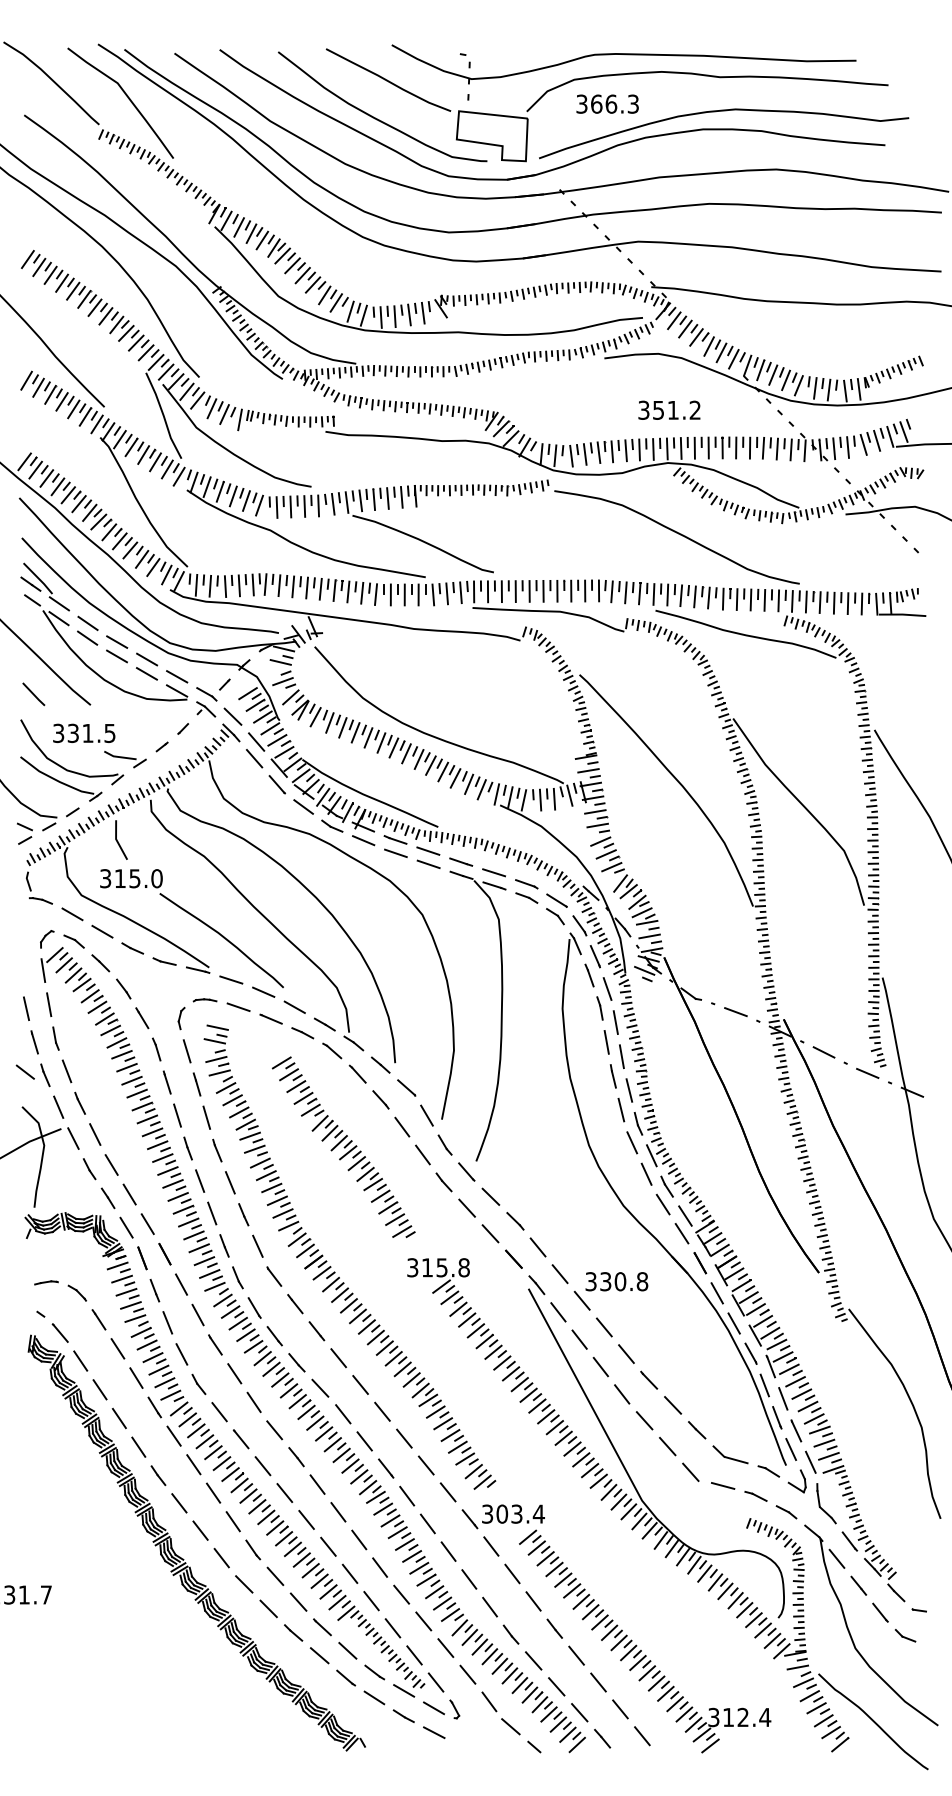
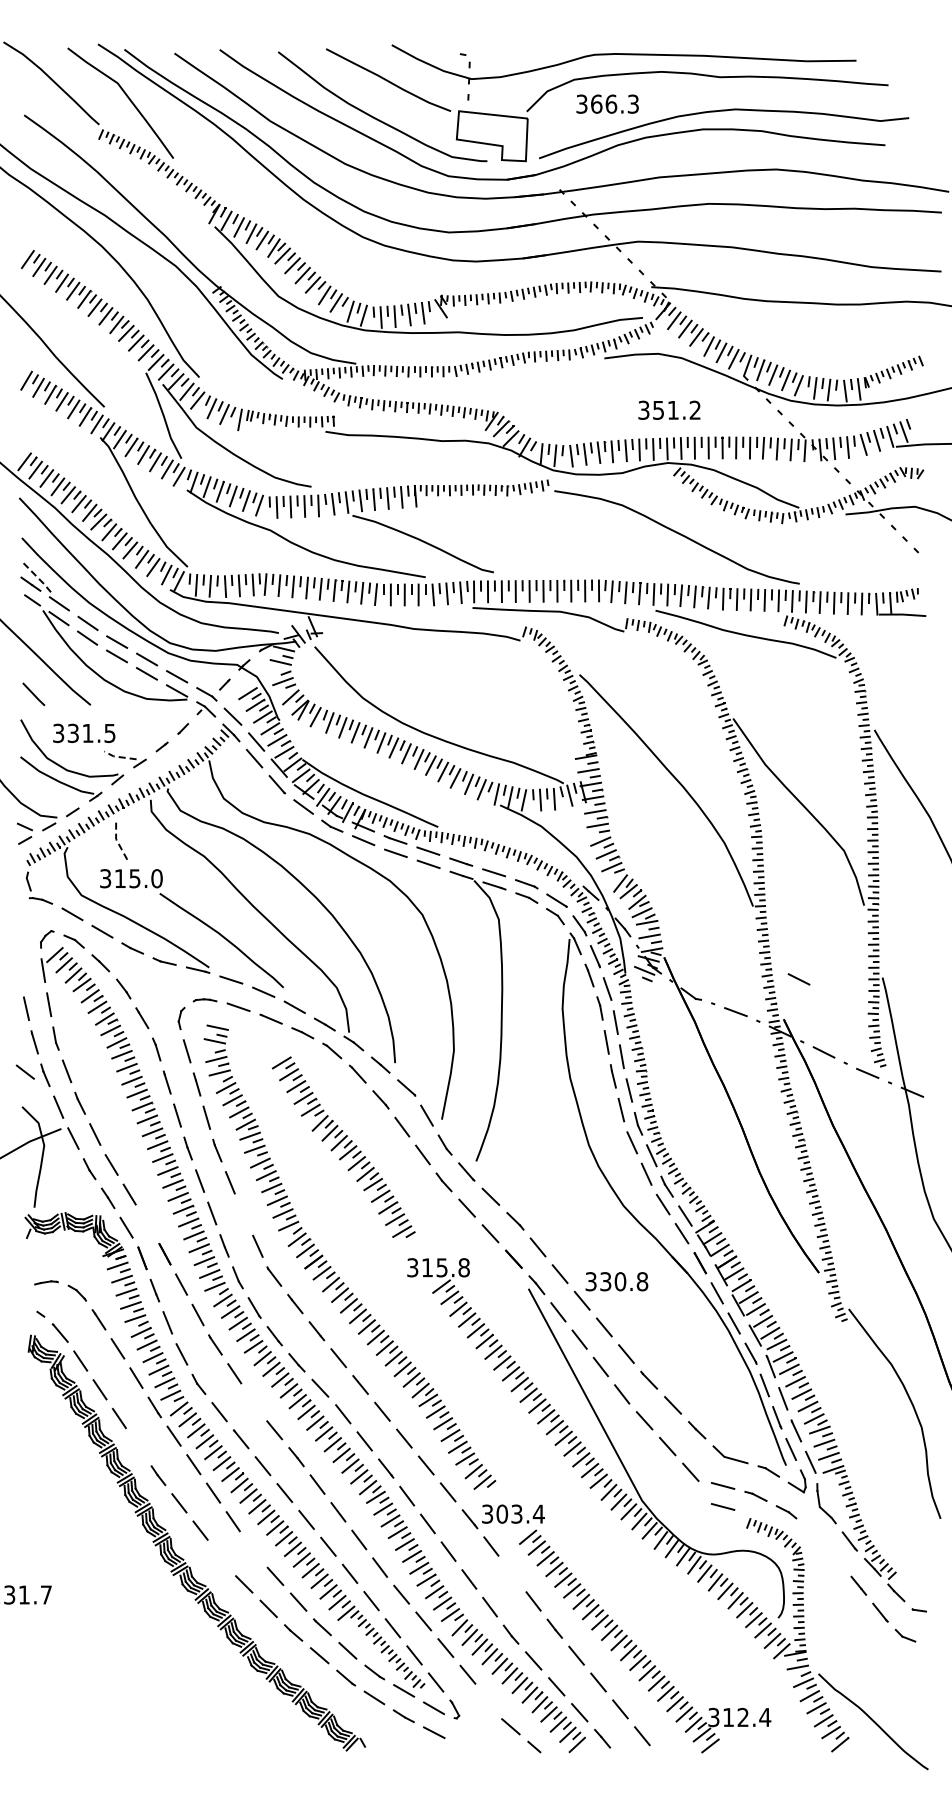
line at (39, 579): solid -> dashed
line at (119, 757): solid -> dashed
line at (117, 840): solid -> dashed
line at (798, 979): none -> present
line at (243, 1214): present -> none
line at (147, 1223): present -> none
line at (253, 1402): present -> none
line at (138, 1446): present -> none
line at (723, 1506): none -> present
line at (253, 1549): present -> none
line at (221, 1557): present -> none
line at (512, 1573): present -> none
part at (850, 1632): present -> none
line at (489, 1701): present -> none
